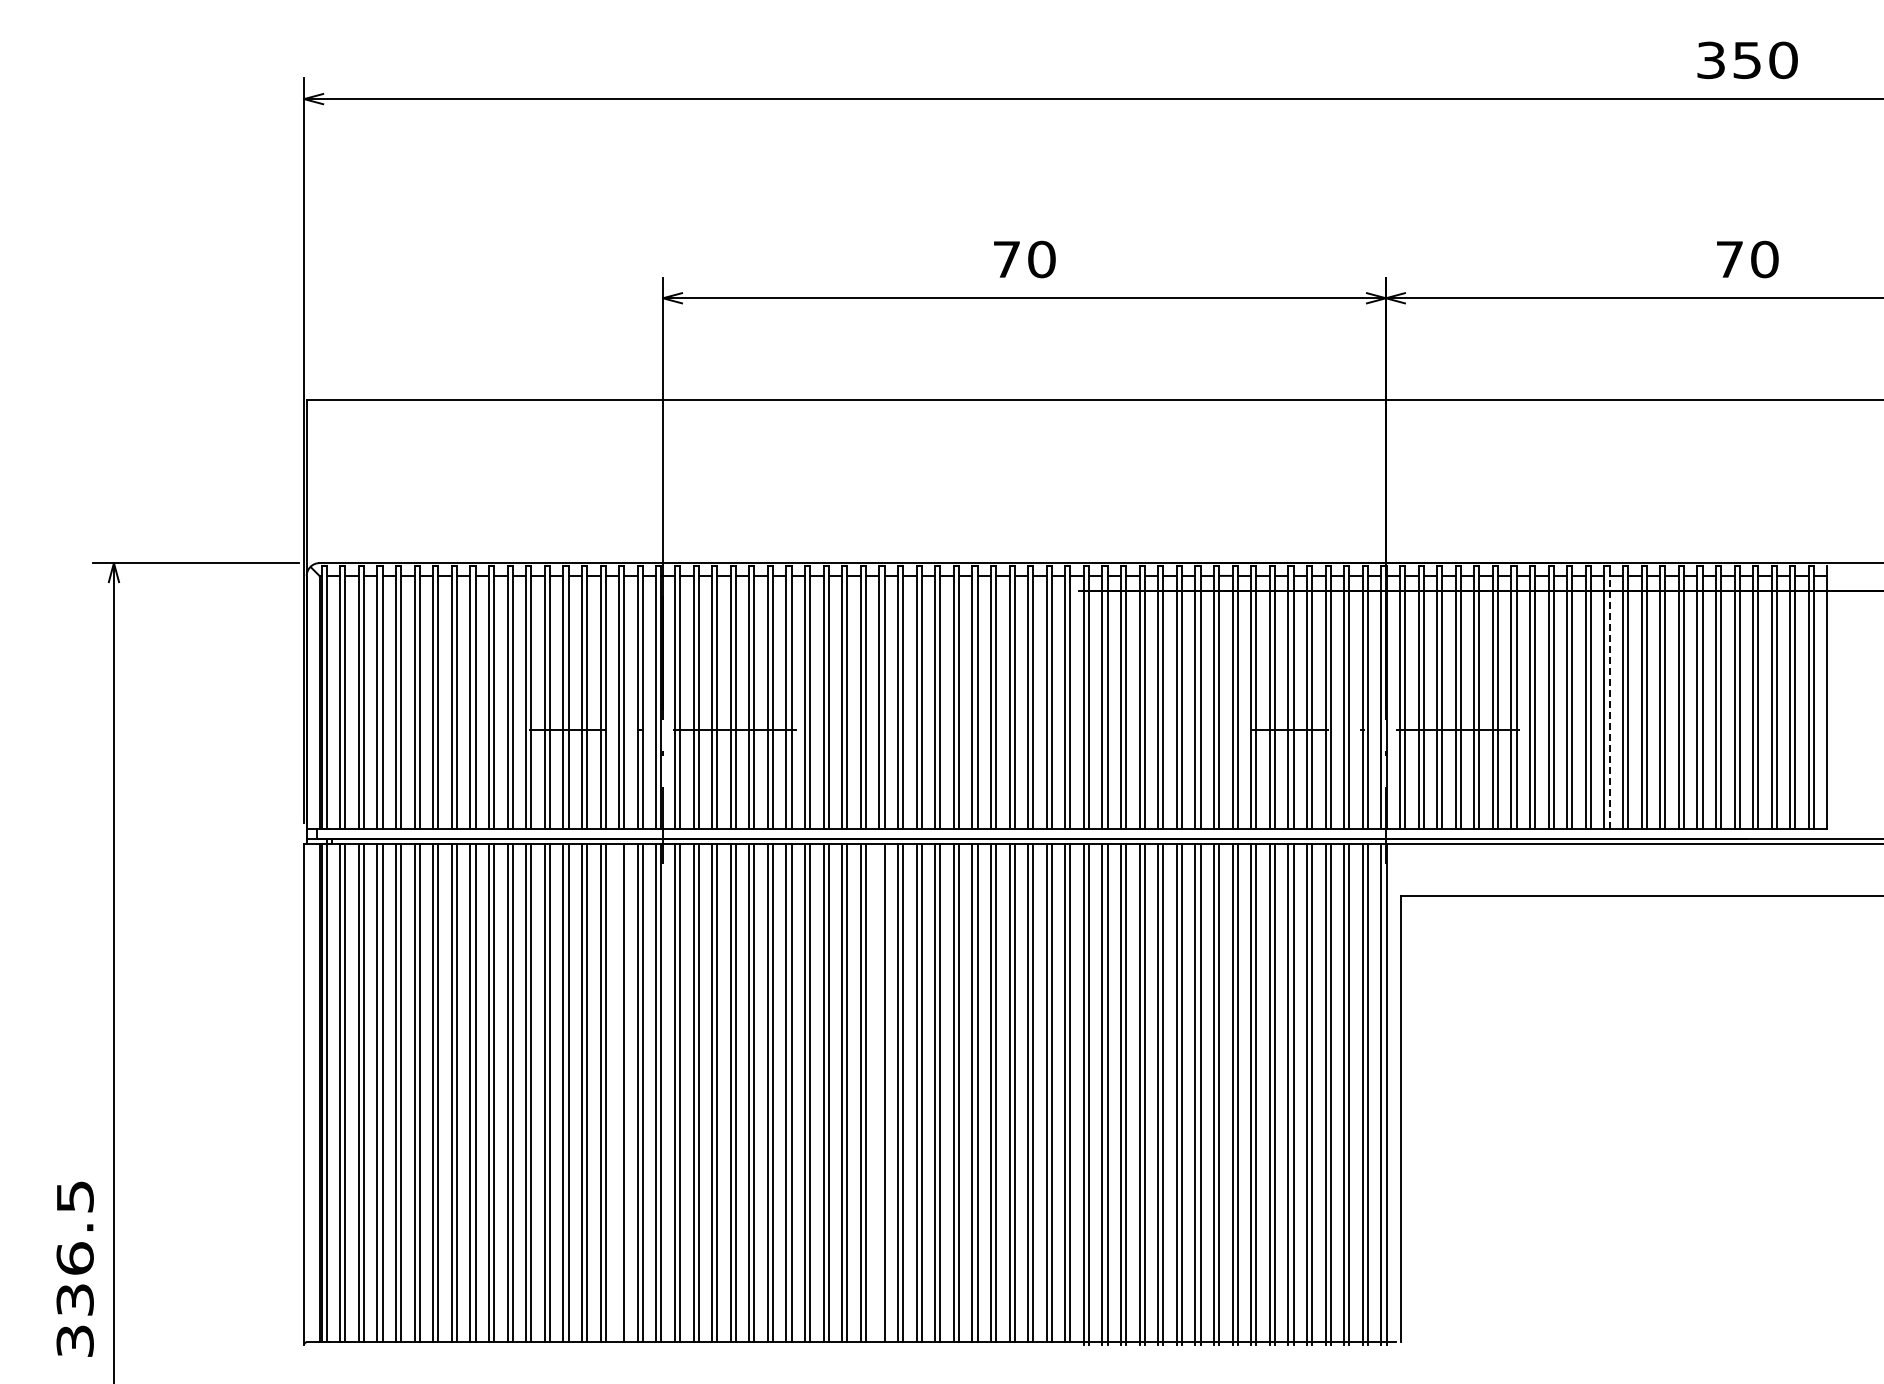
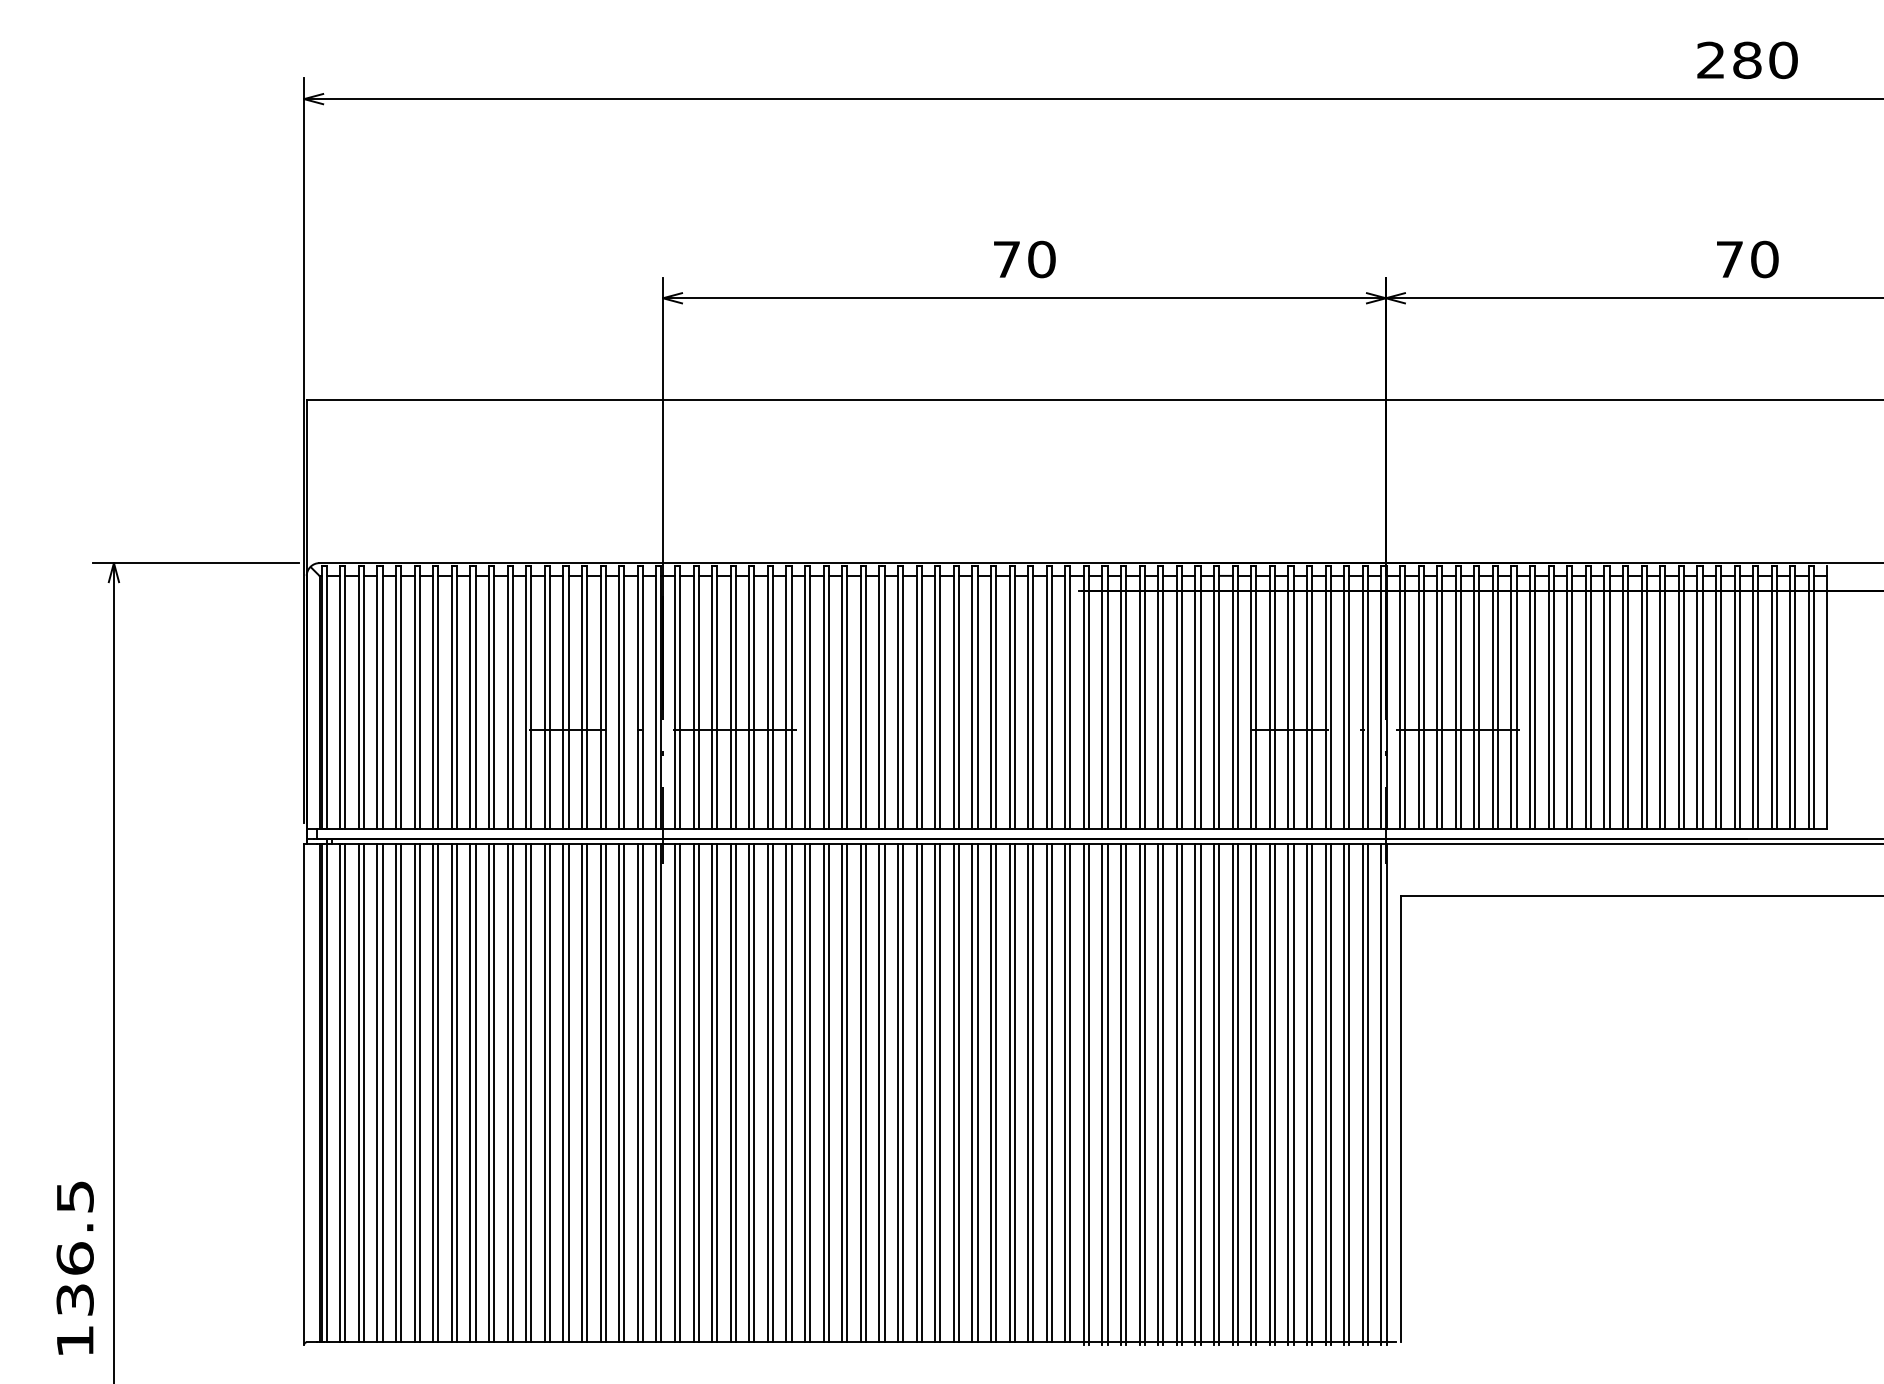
text at (1729, 60): 350 -> 280
line at (1609, 701): dashed -> solid
line at (619, 1093): none -> present
line at (879, 1093): none -> present
text at (74, 1340): 336.5 -> 136.5
